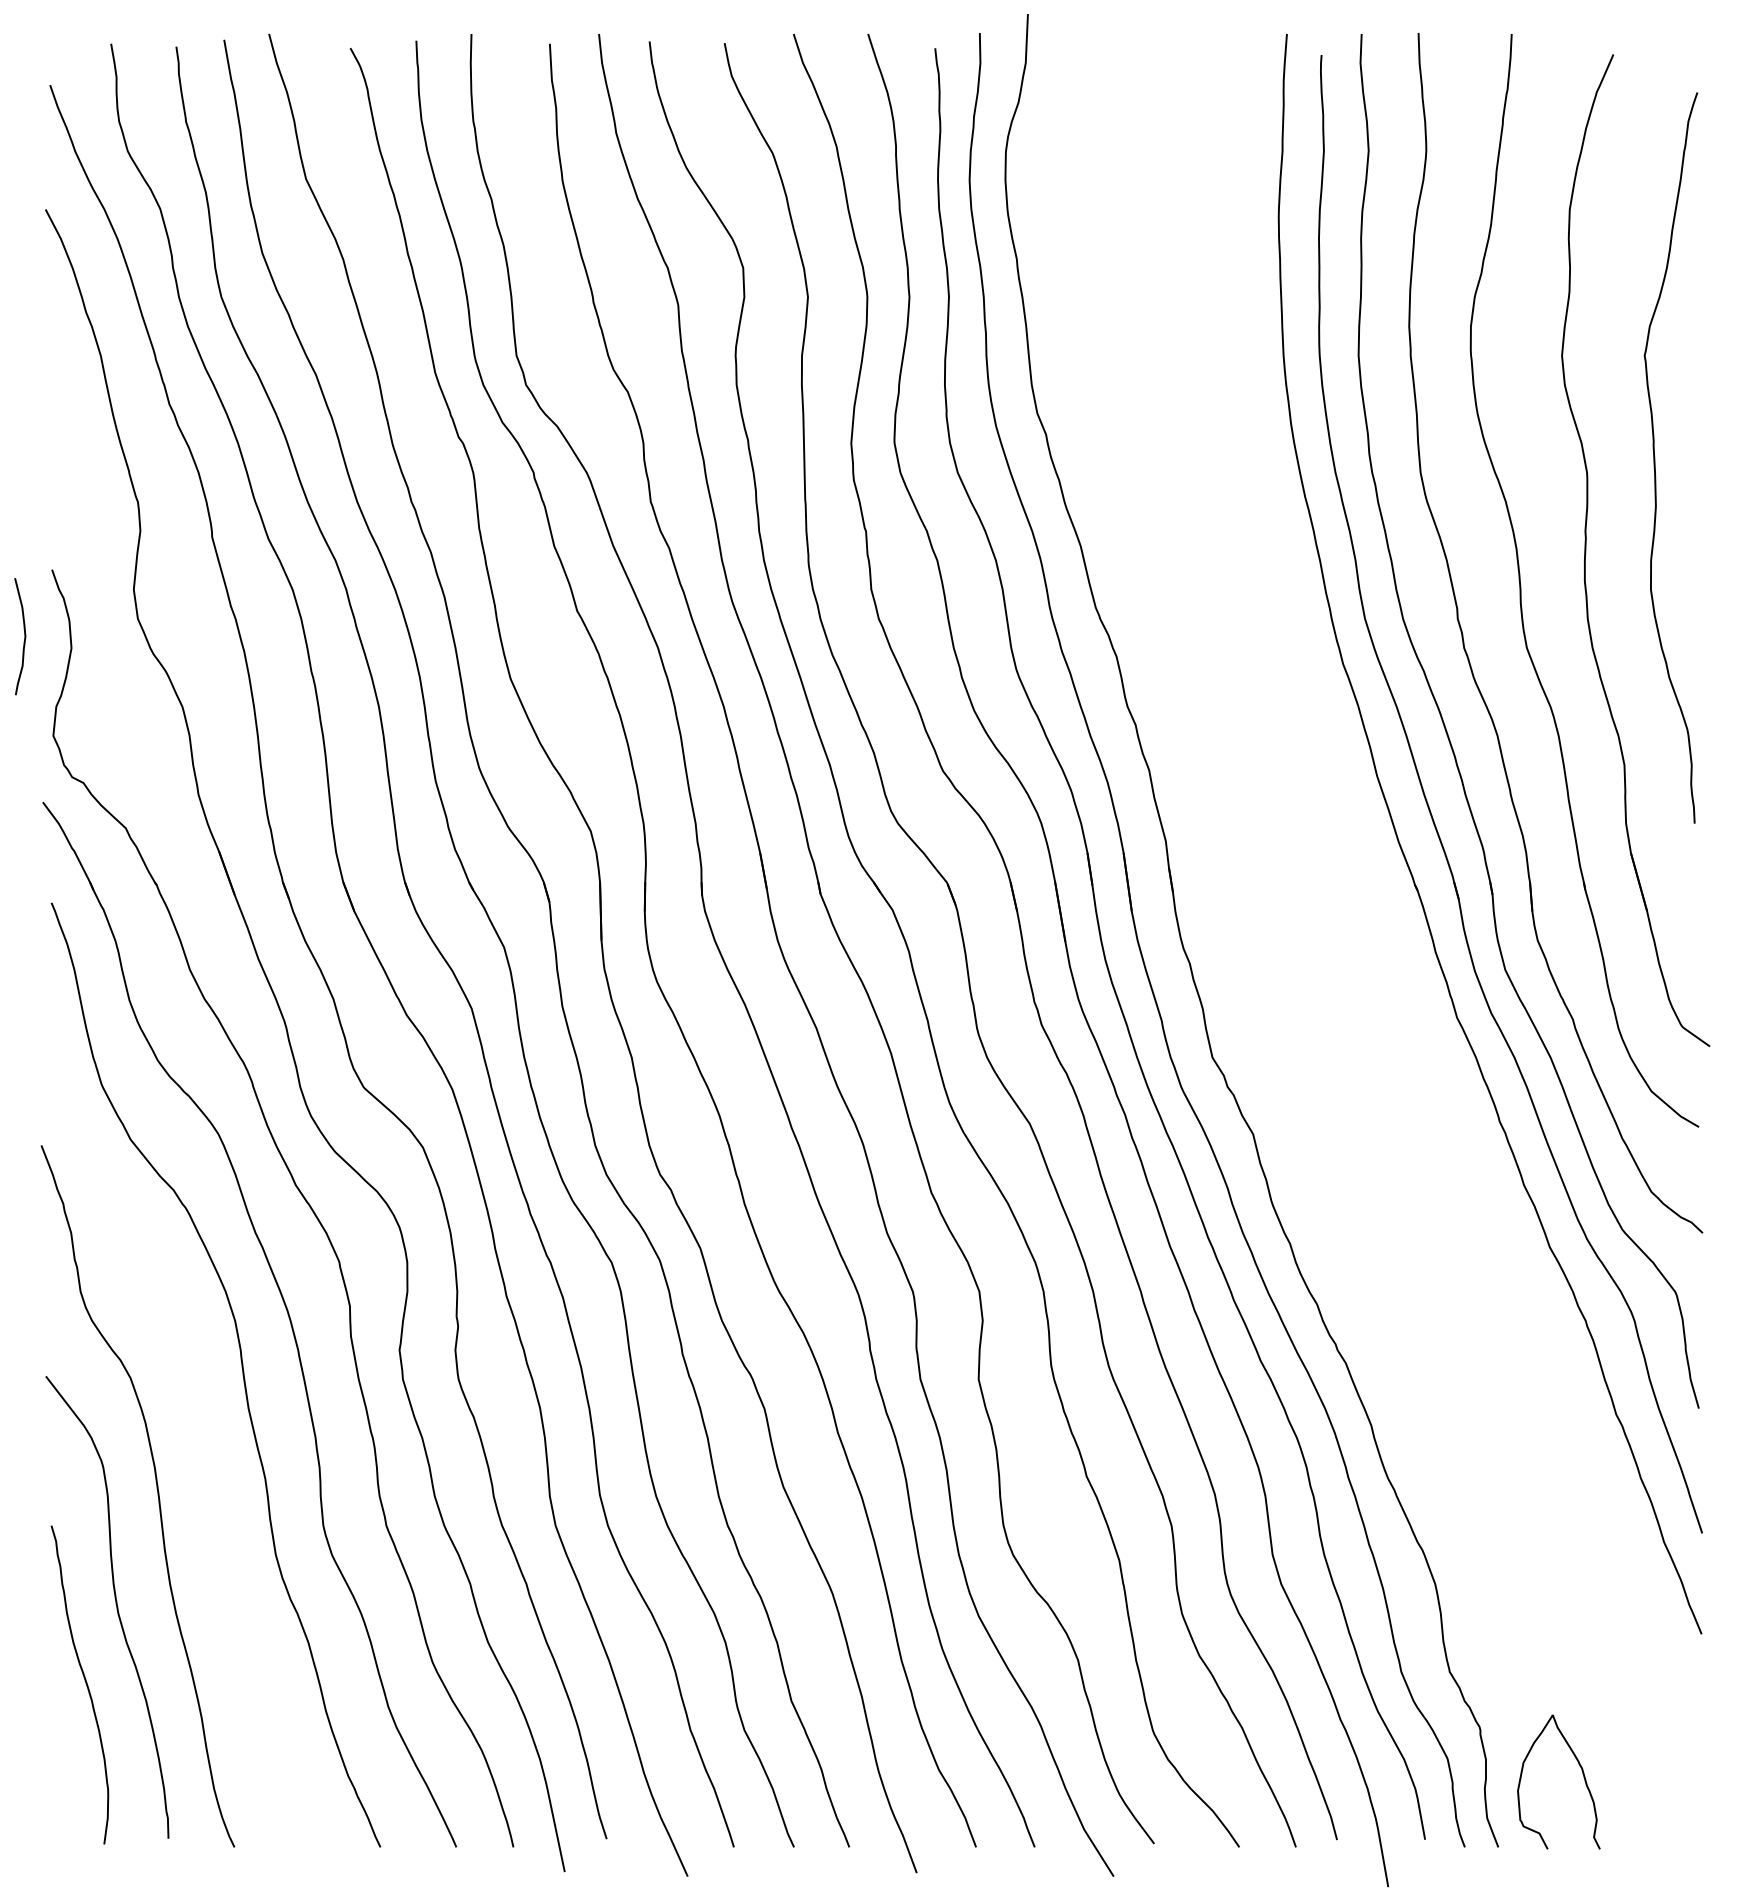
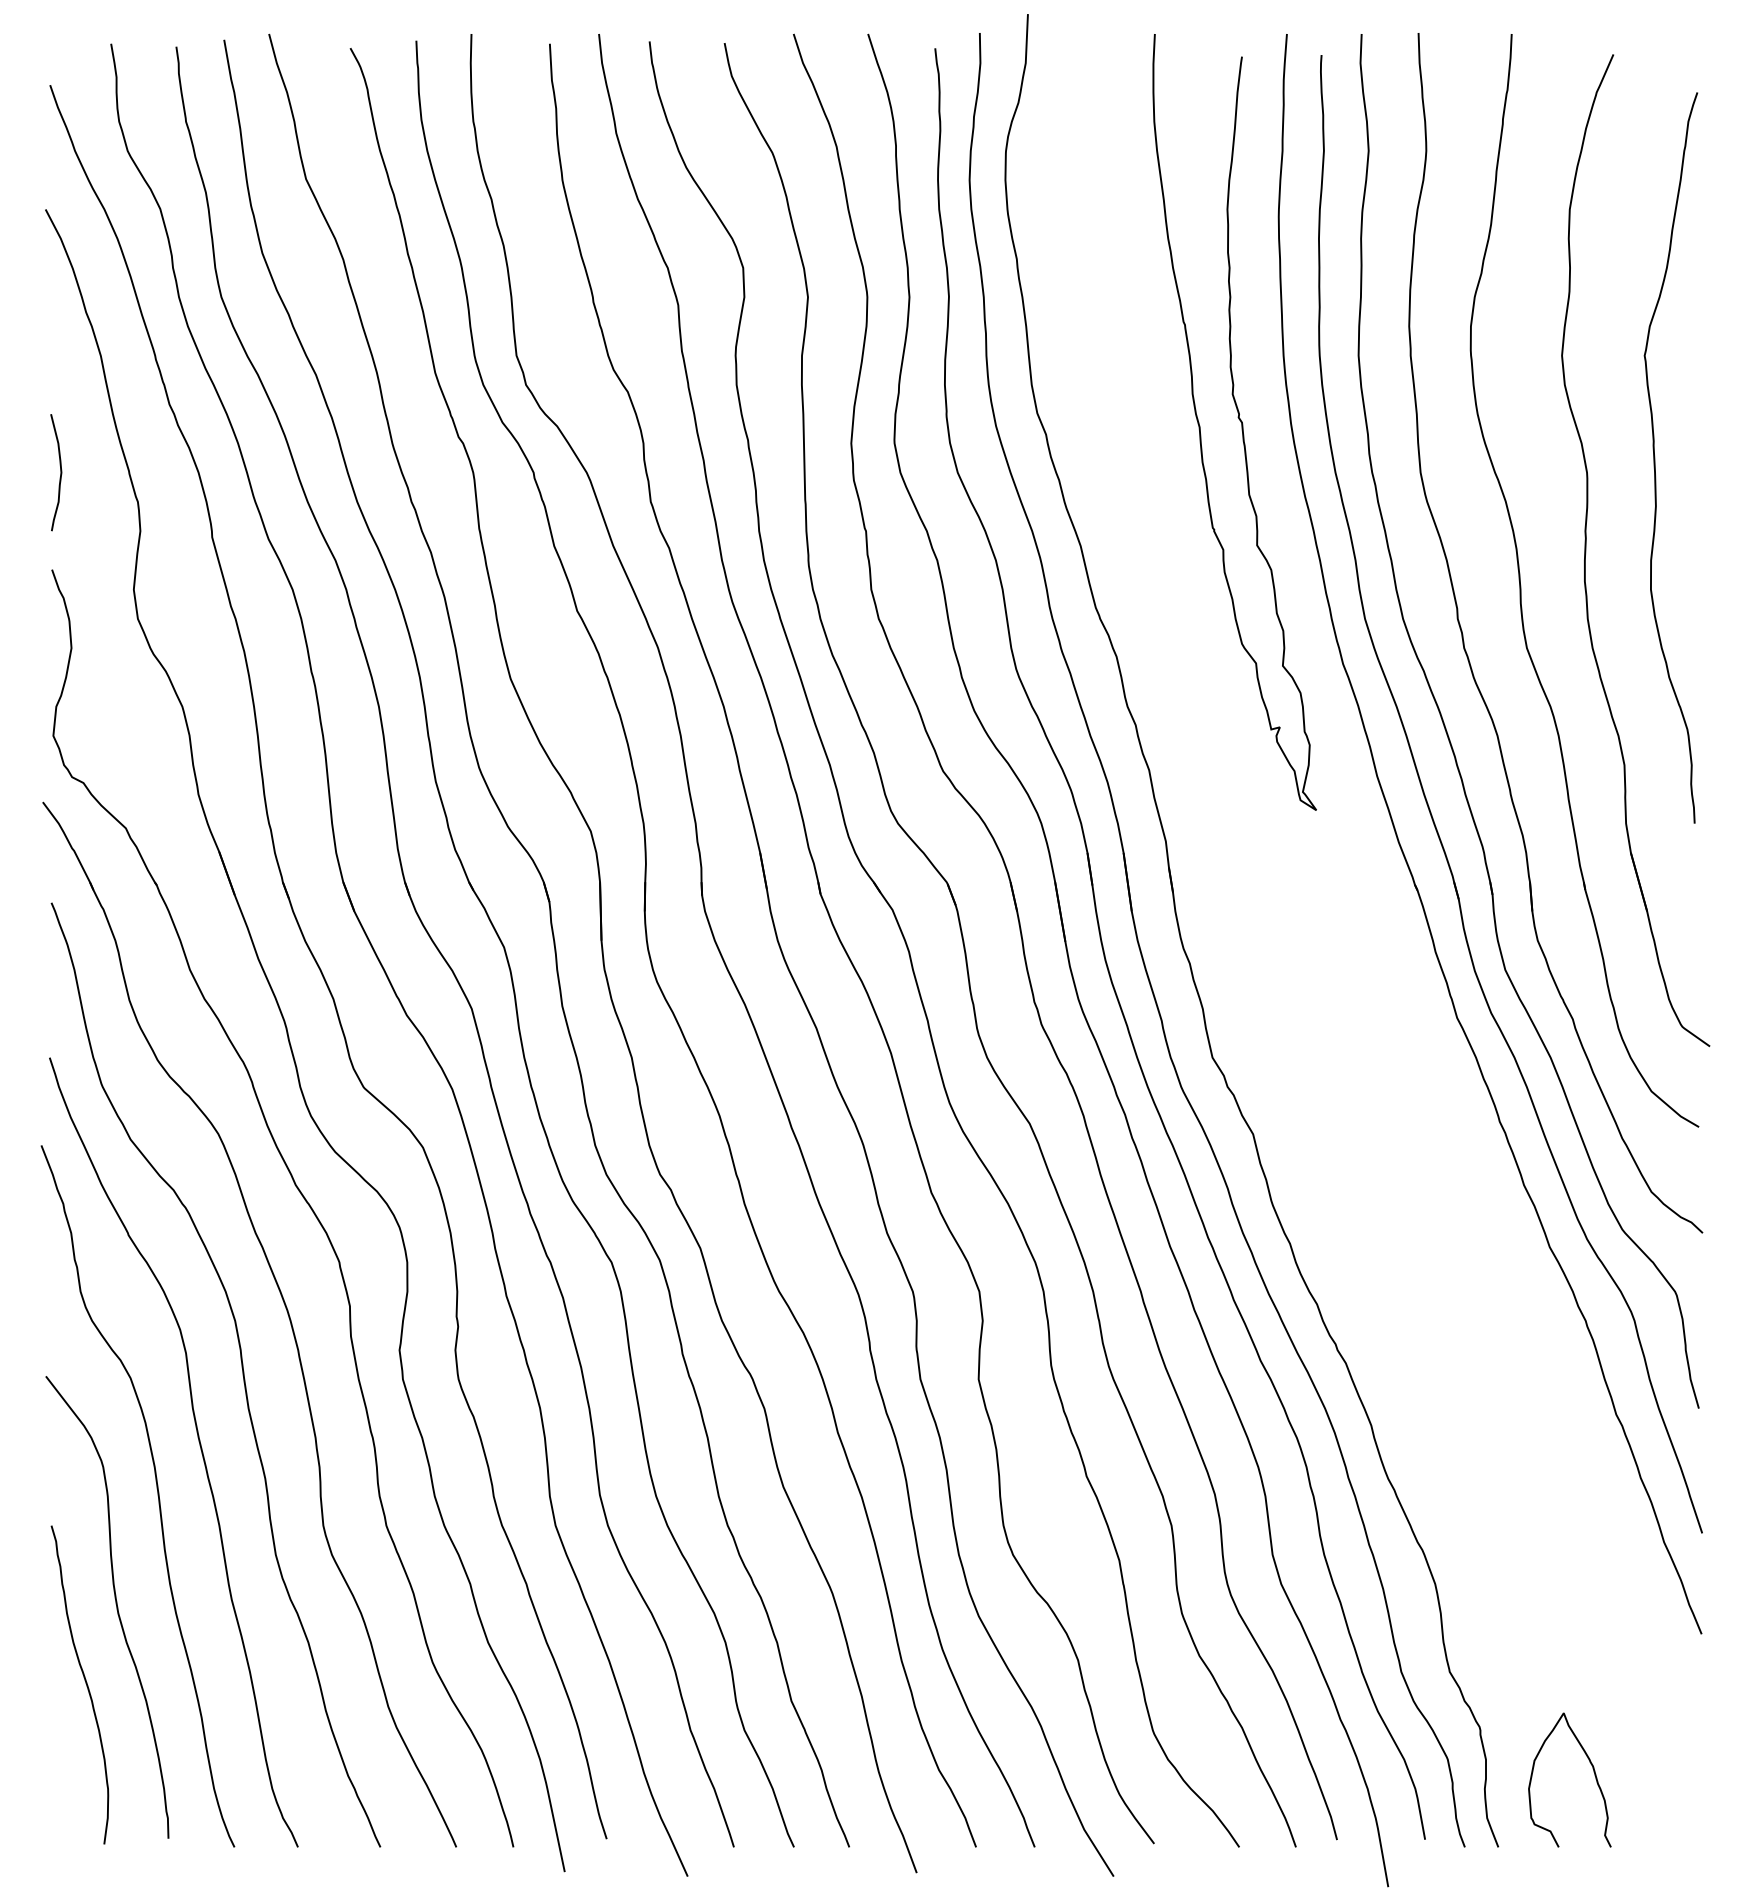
curve at (1238, 419): none -> present
curve at (24, 636) position: (24, 636) -> (60, 472)
curve at (199, 1445): none -> present
curve at (1582, 1774) position: (1582, 1774) -> (1593, 1772)
